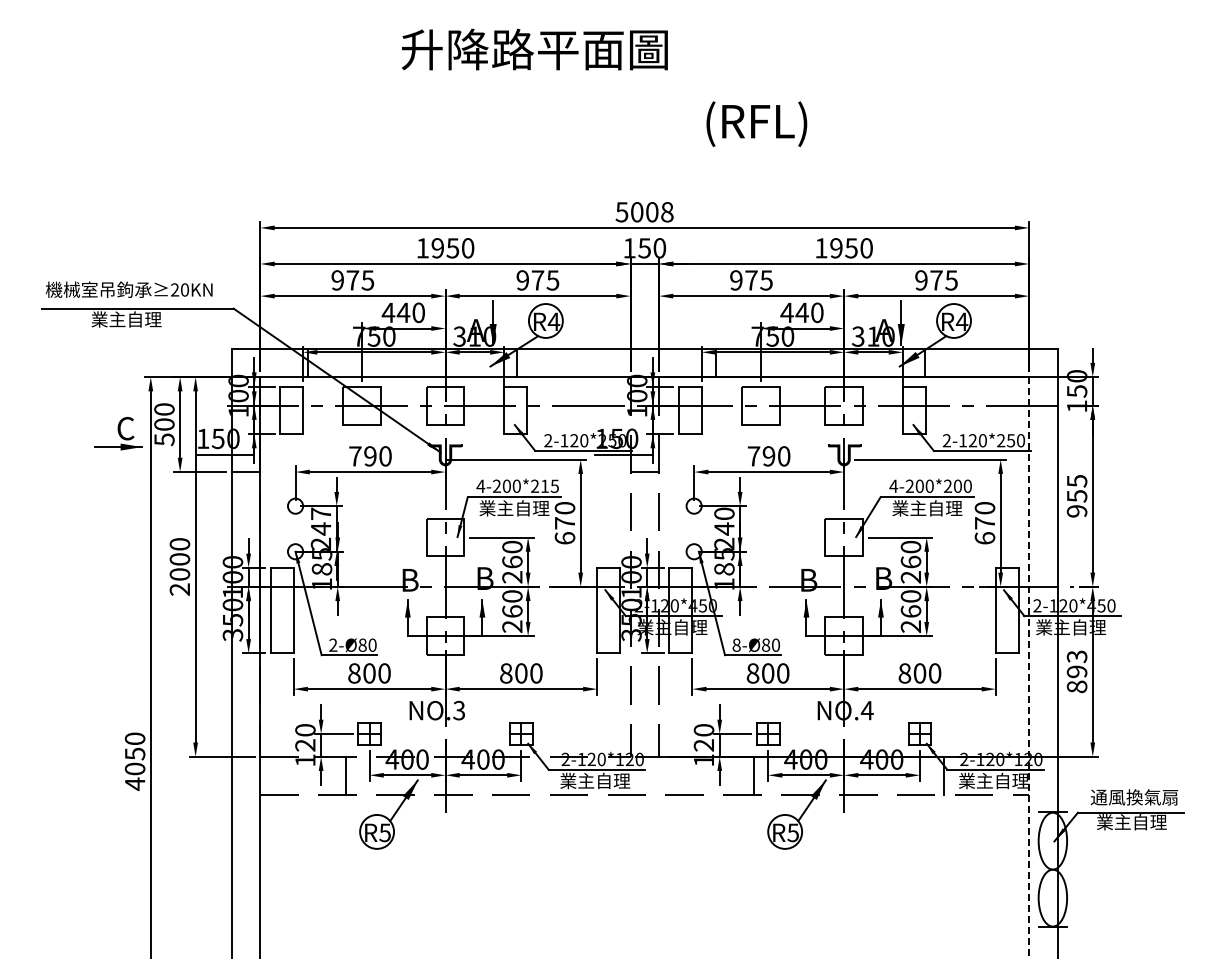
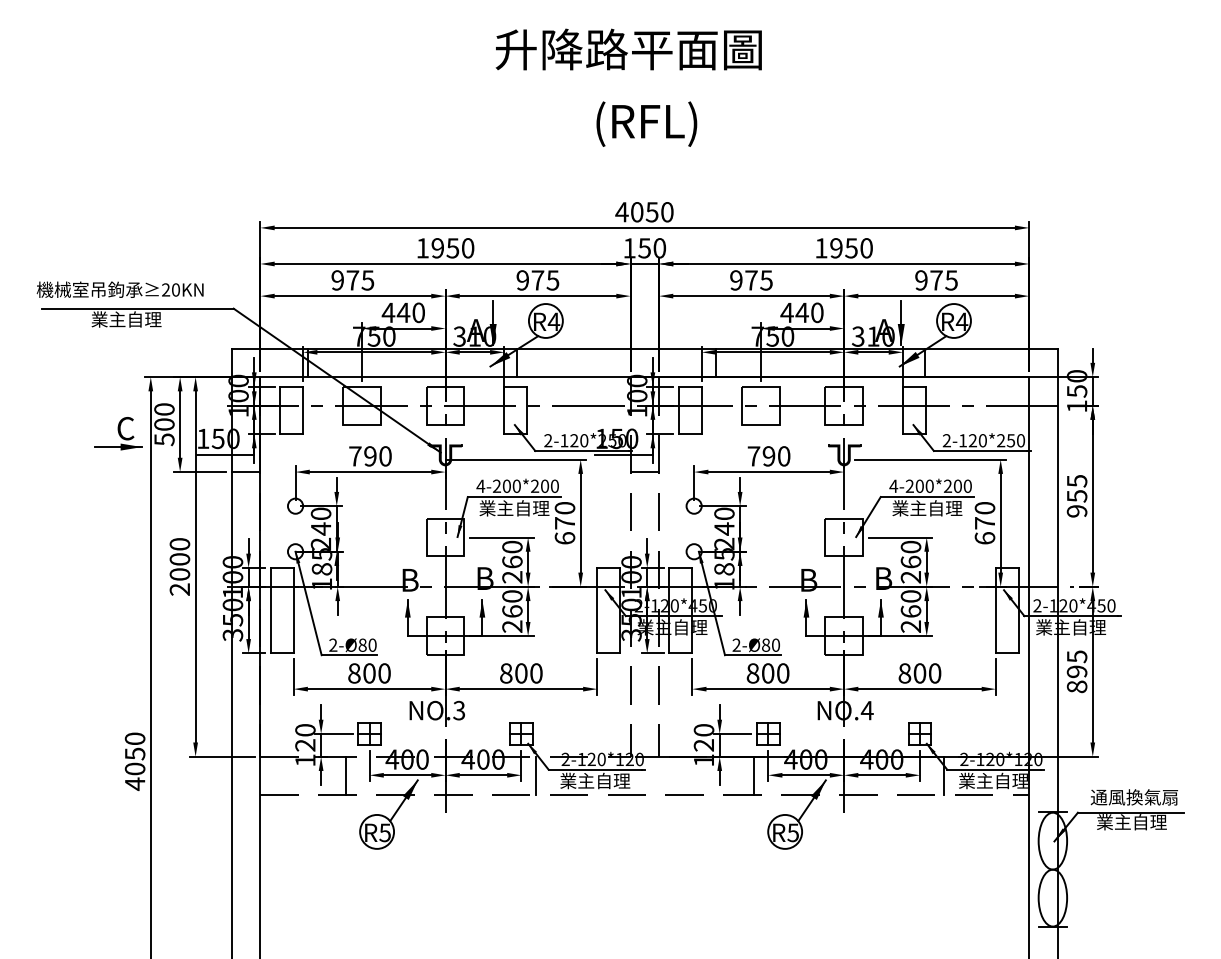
text at (534, 49) position: (534, 49) -> (628, 49)
text at (756, 123) position: (756, 123) -> (646, 123)
text at (644, 212): 5008 -> 4050
text at (128, 289) position: (128, 289) -> (119, 289)
text at (549, 485): 4-200*215 -> 4-200*200
text at (320, 513): 247 -> 240
text at (736, 644): 8-Ø80 -> 2-Ø80
text at (1076, 656): 893 -> 895
line at (1029, 668): dashed -> solid
line at (535, 775): none -> present
